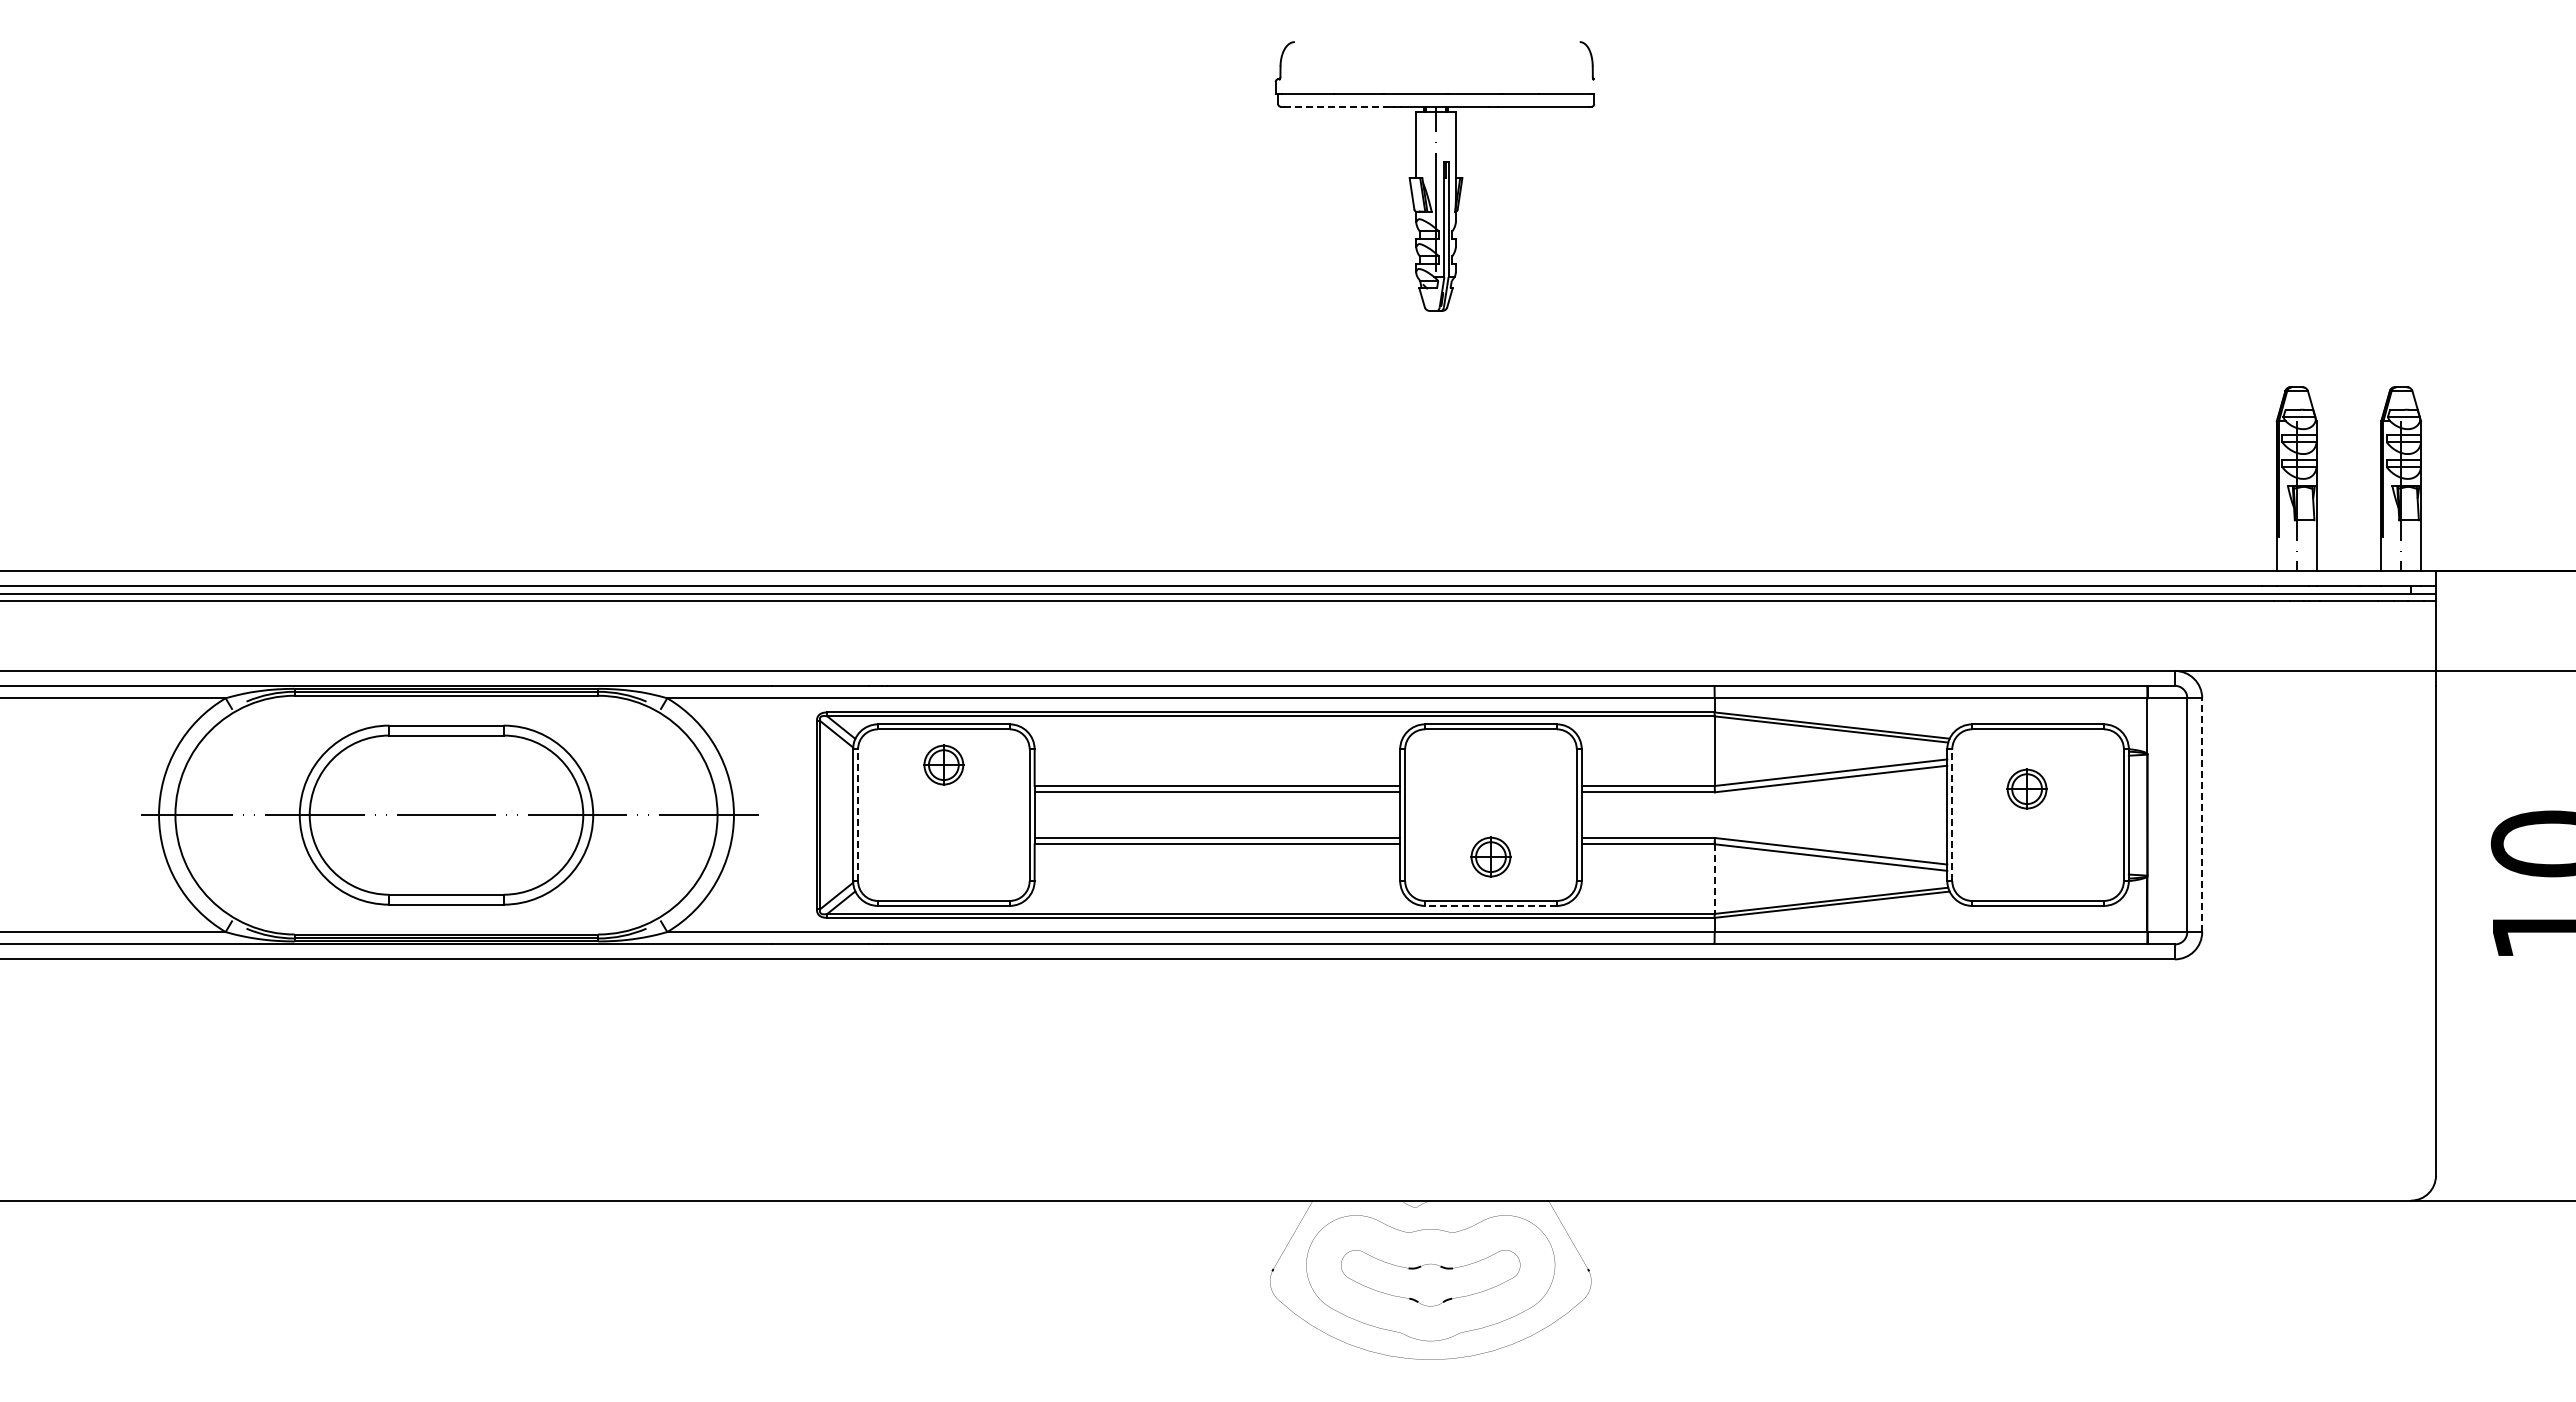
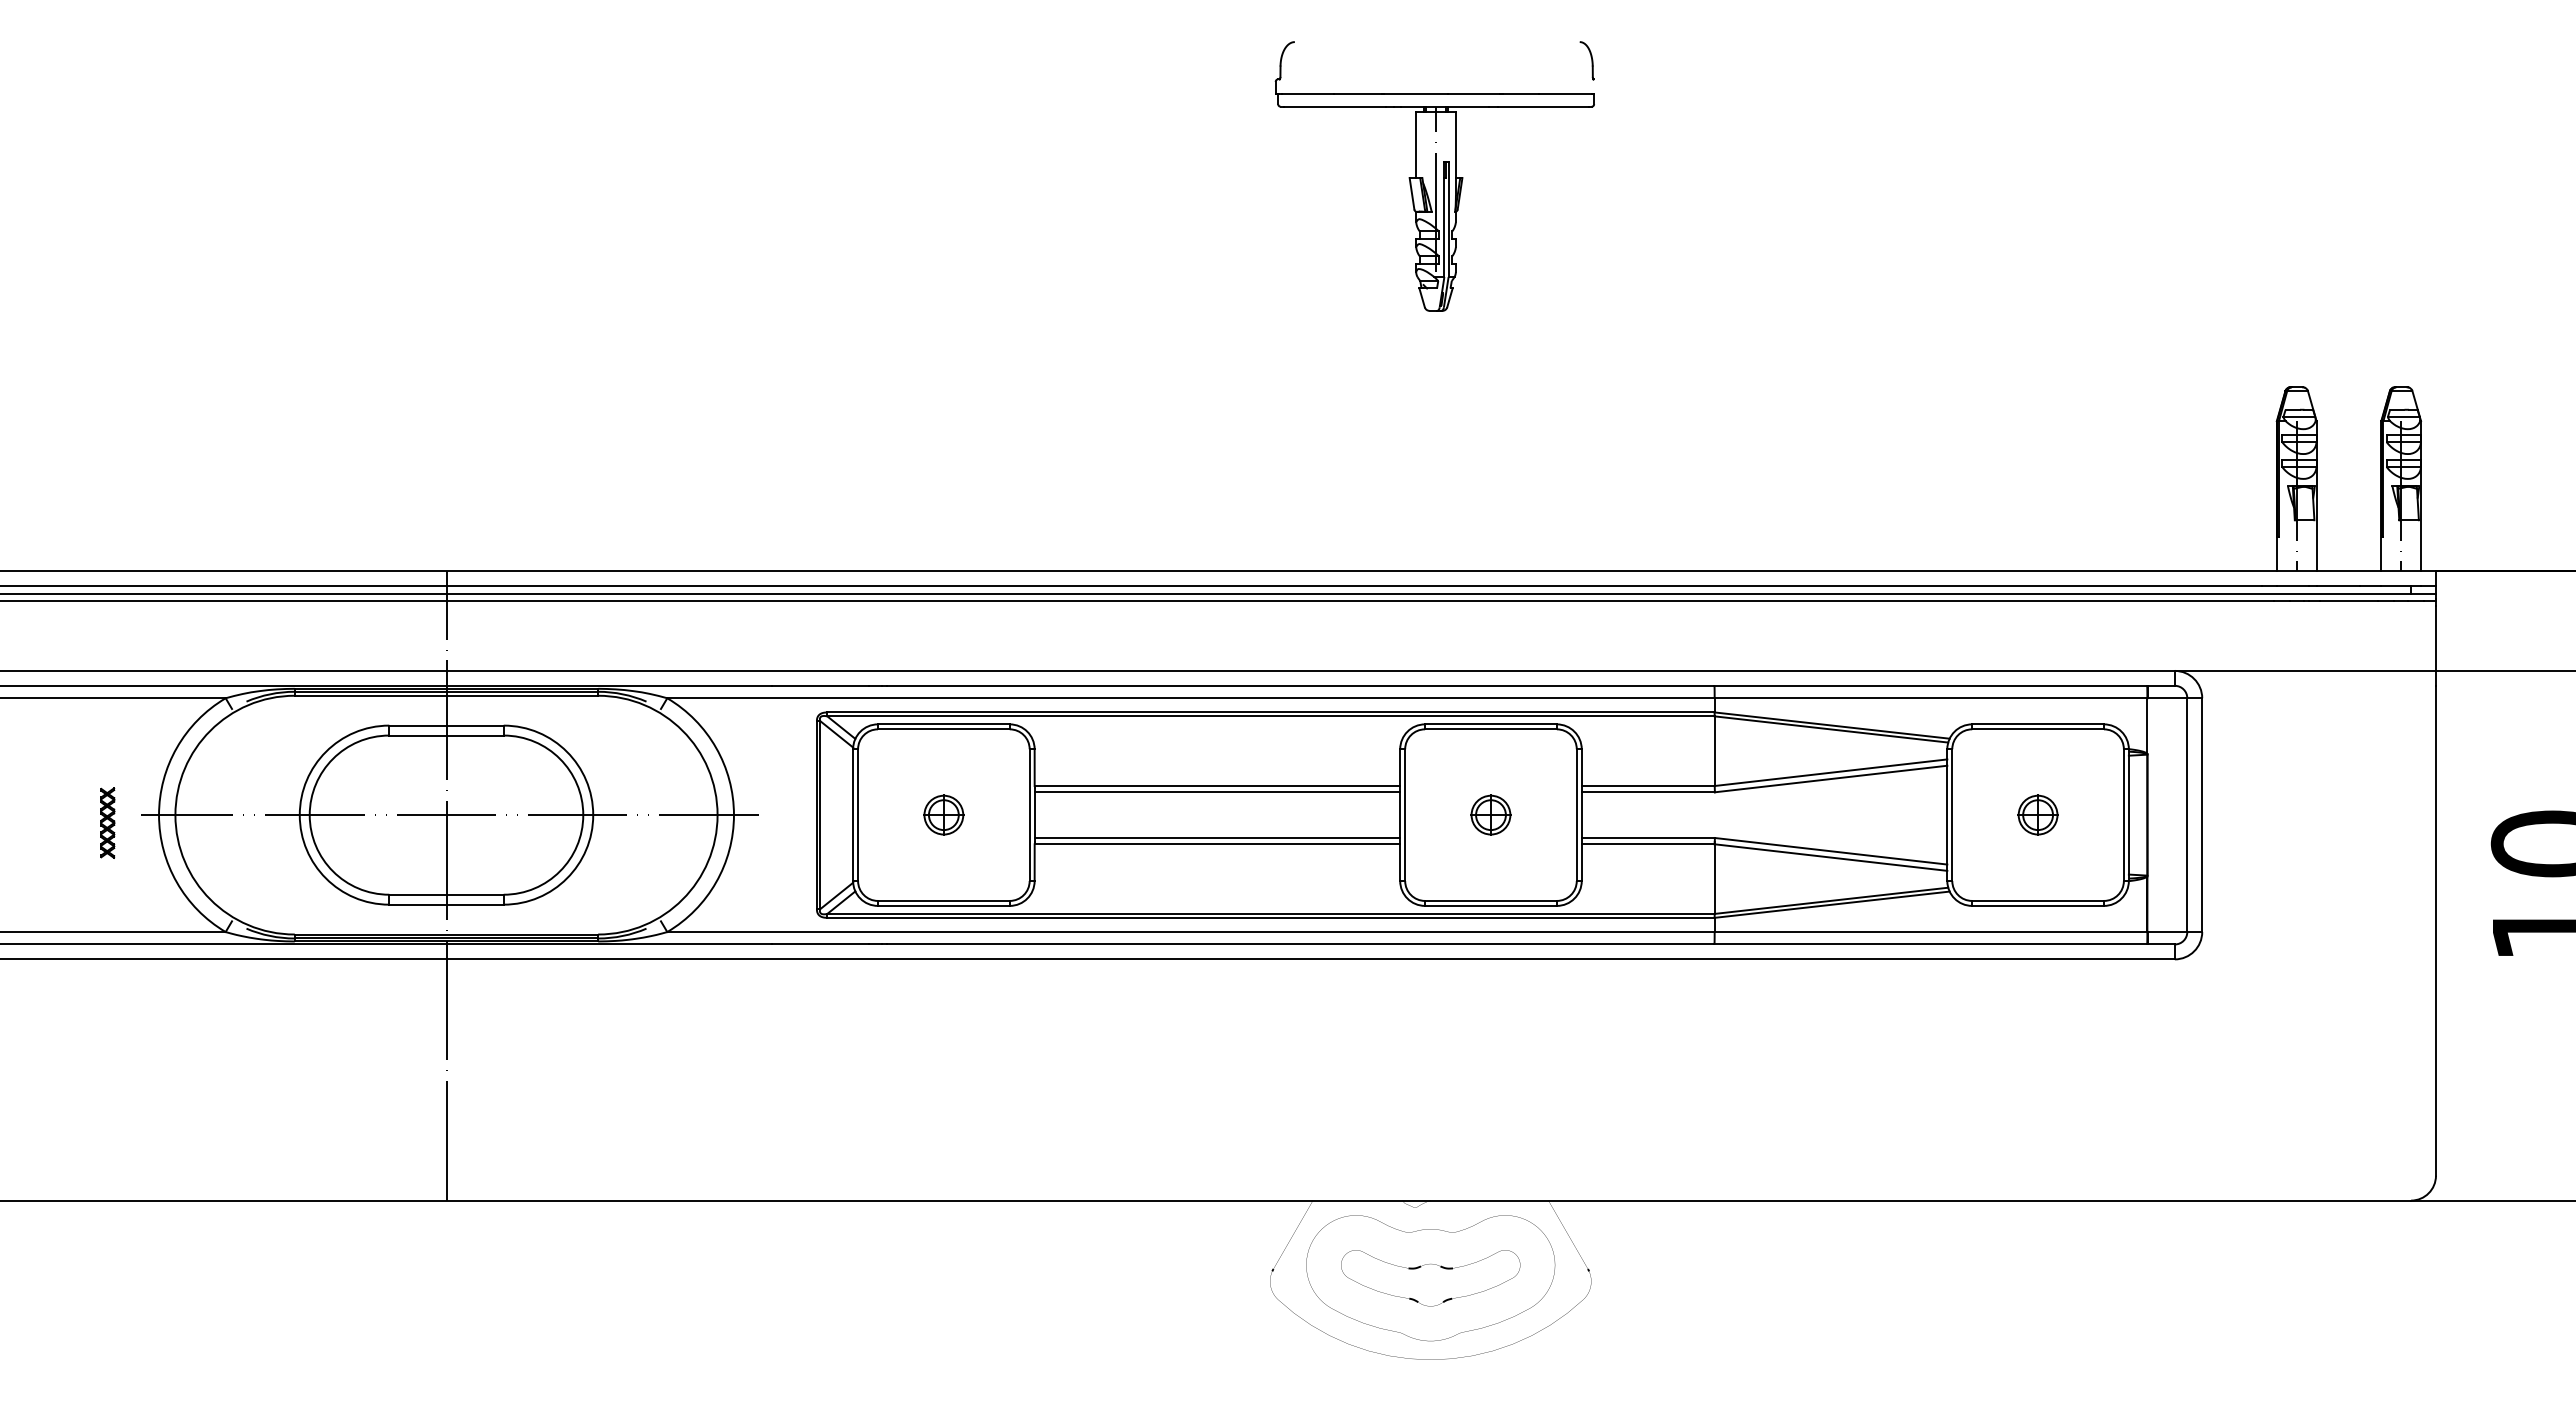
line at (1335, 106): dashed -> solid
part at (943, 764) position: (943, 764) -> (943, 814)
part at (2026, 788) position: (2026, 788) -> (2037, 814)
line at (858, 815): dashed -> solid
line at (1952, 815): dashed -> solid
line at (2202, 815): dashed -> solid
part at (107, 822): none -> present
part at (1490, 856) position: (1490, 856) -> (1490, 814)
line at (1714, 879): dashed -> solid
line at (446, 885): none -> present
line at (1490, 905): dashed -> solid
